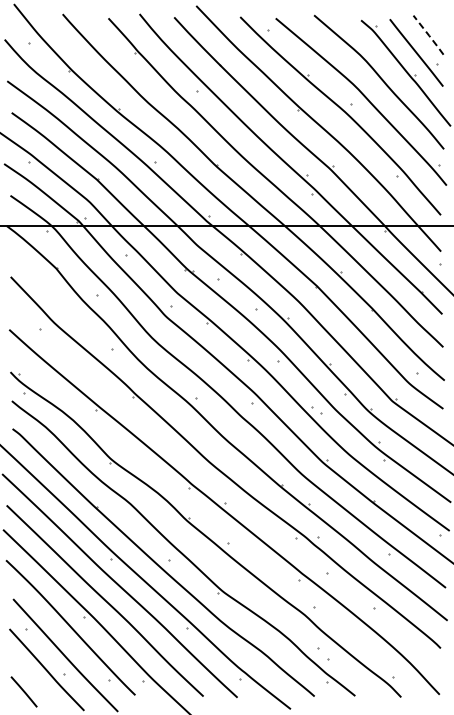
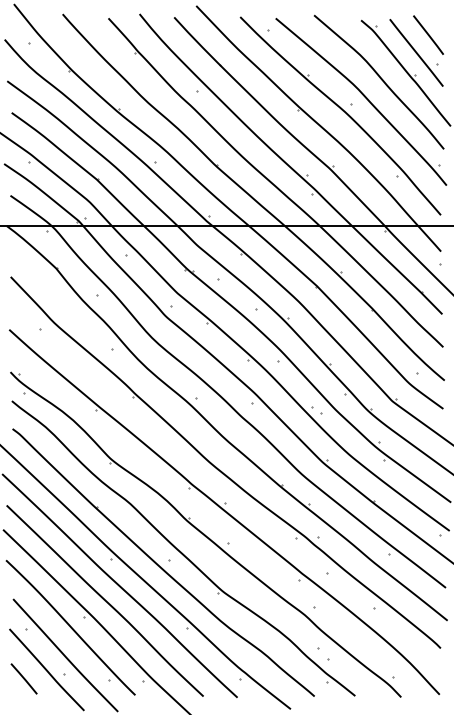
line at (429, 35): dashed -> solid
line at (23, 691) position: (23, 691) -> (23, 678)
